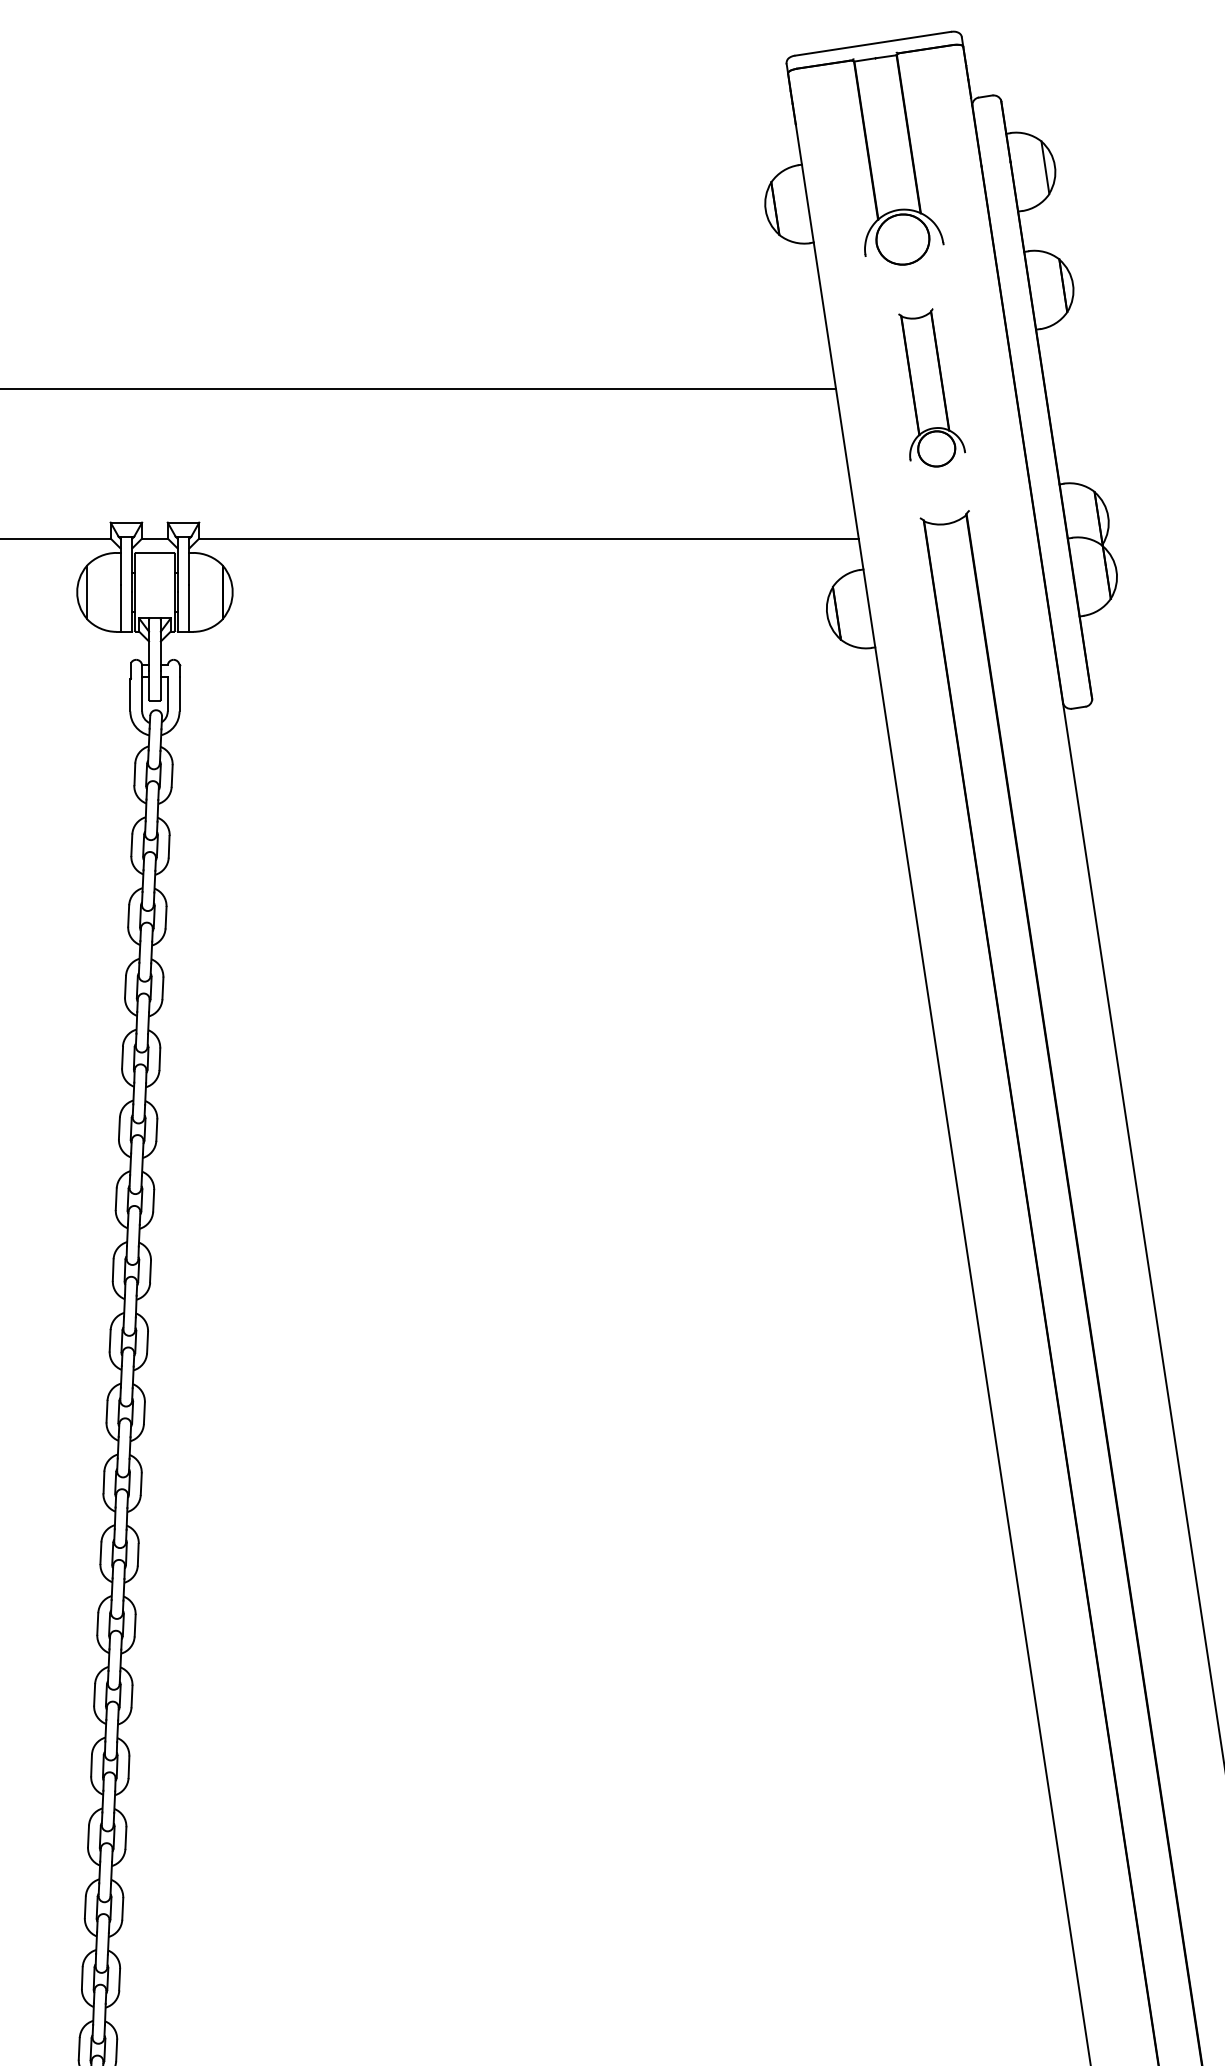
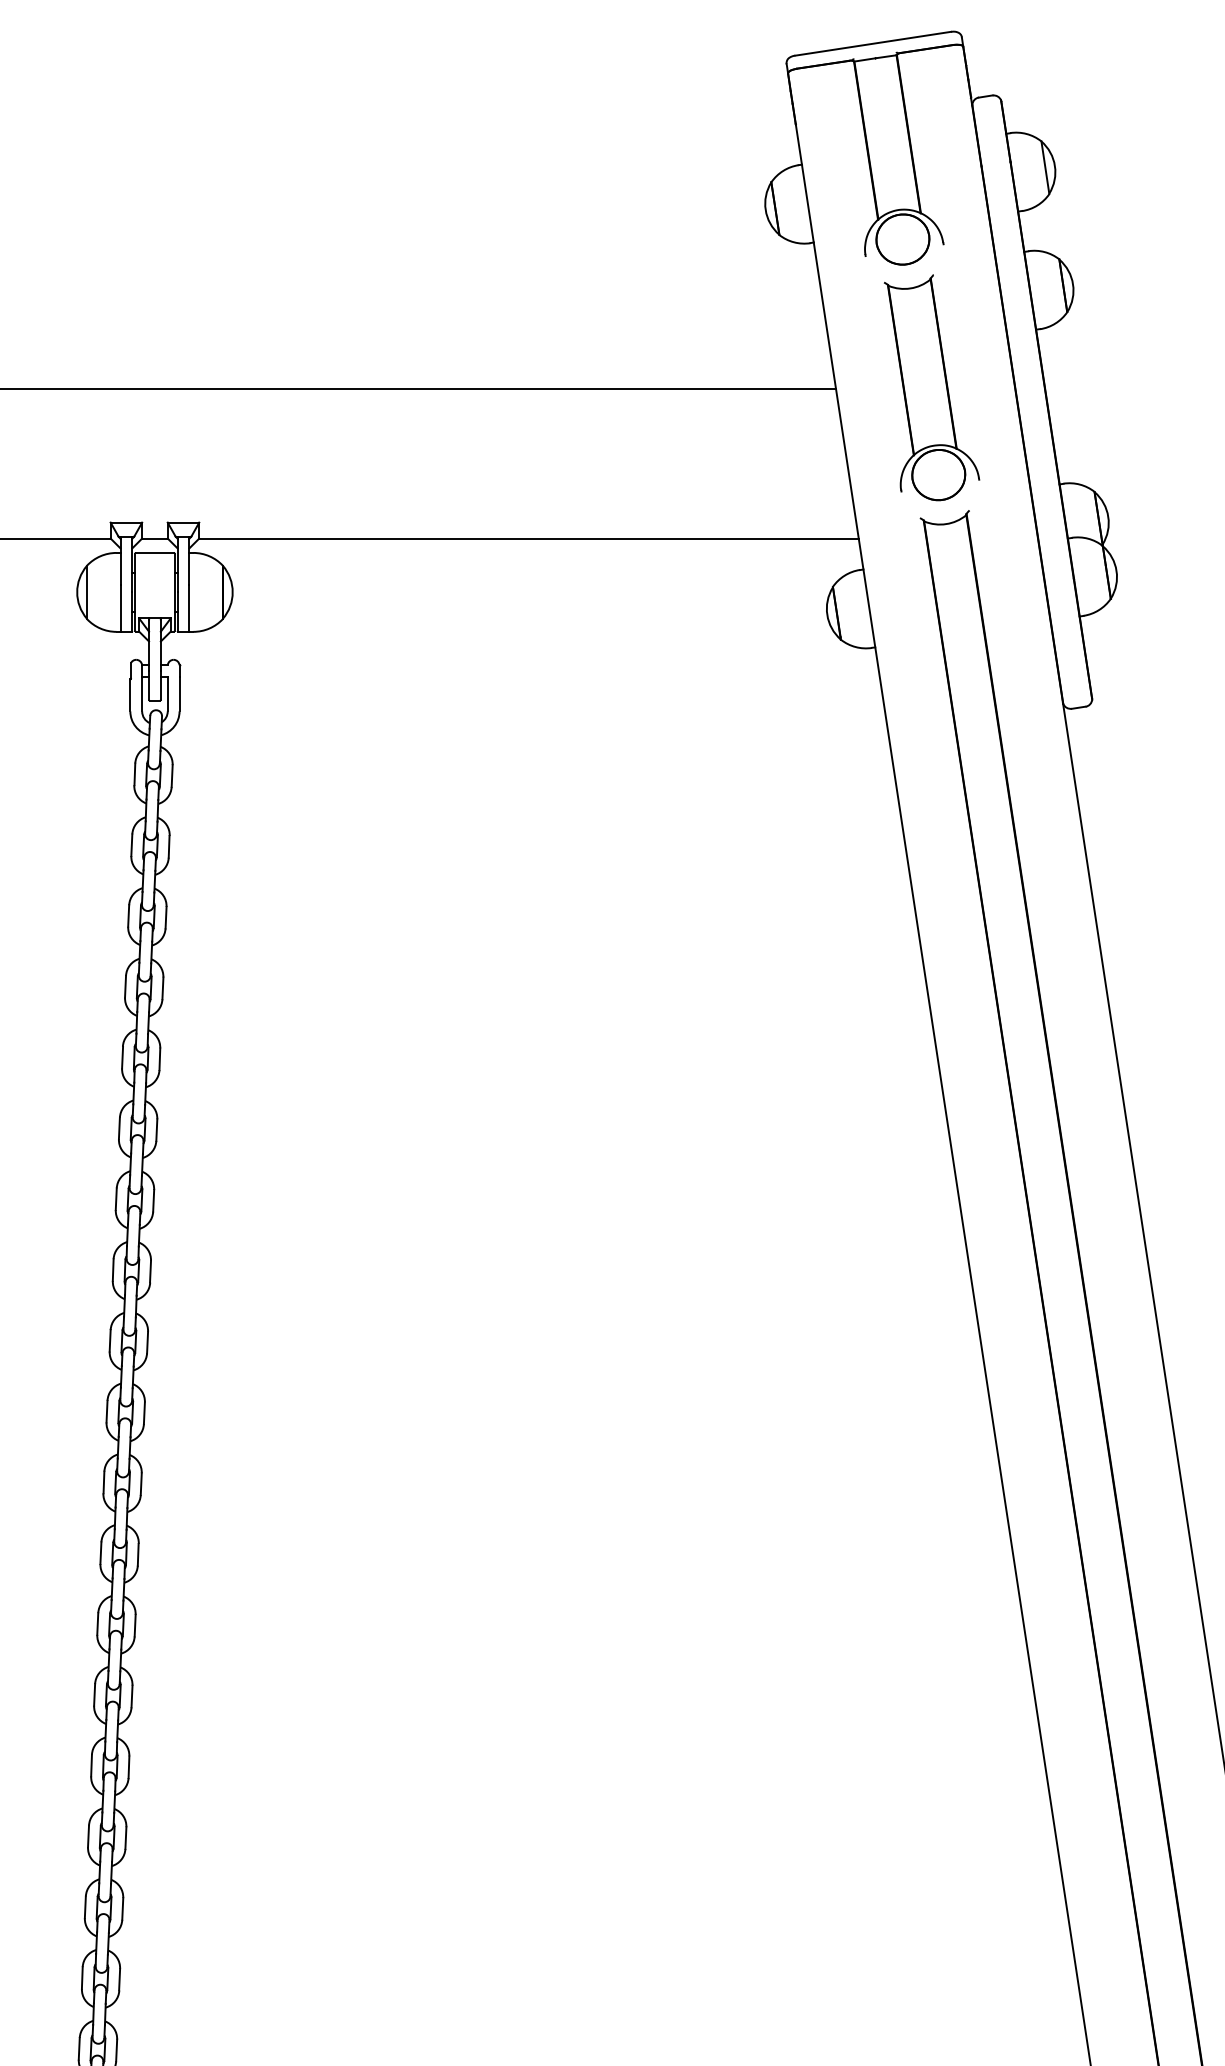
part at (931, 387) size: 68x160 px -> 98x228 px
